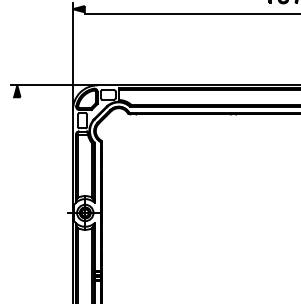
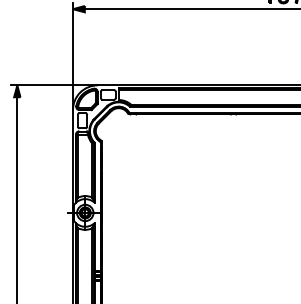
line at (190, 14) position: (190, 14) -> (190, 9)
line at (17, 198): none -> present
